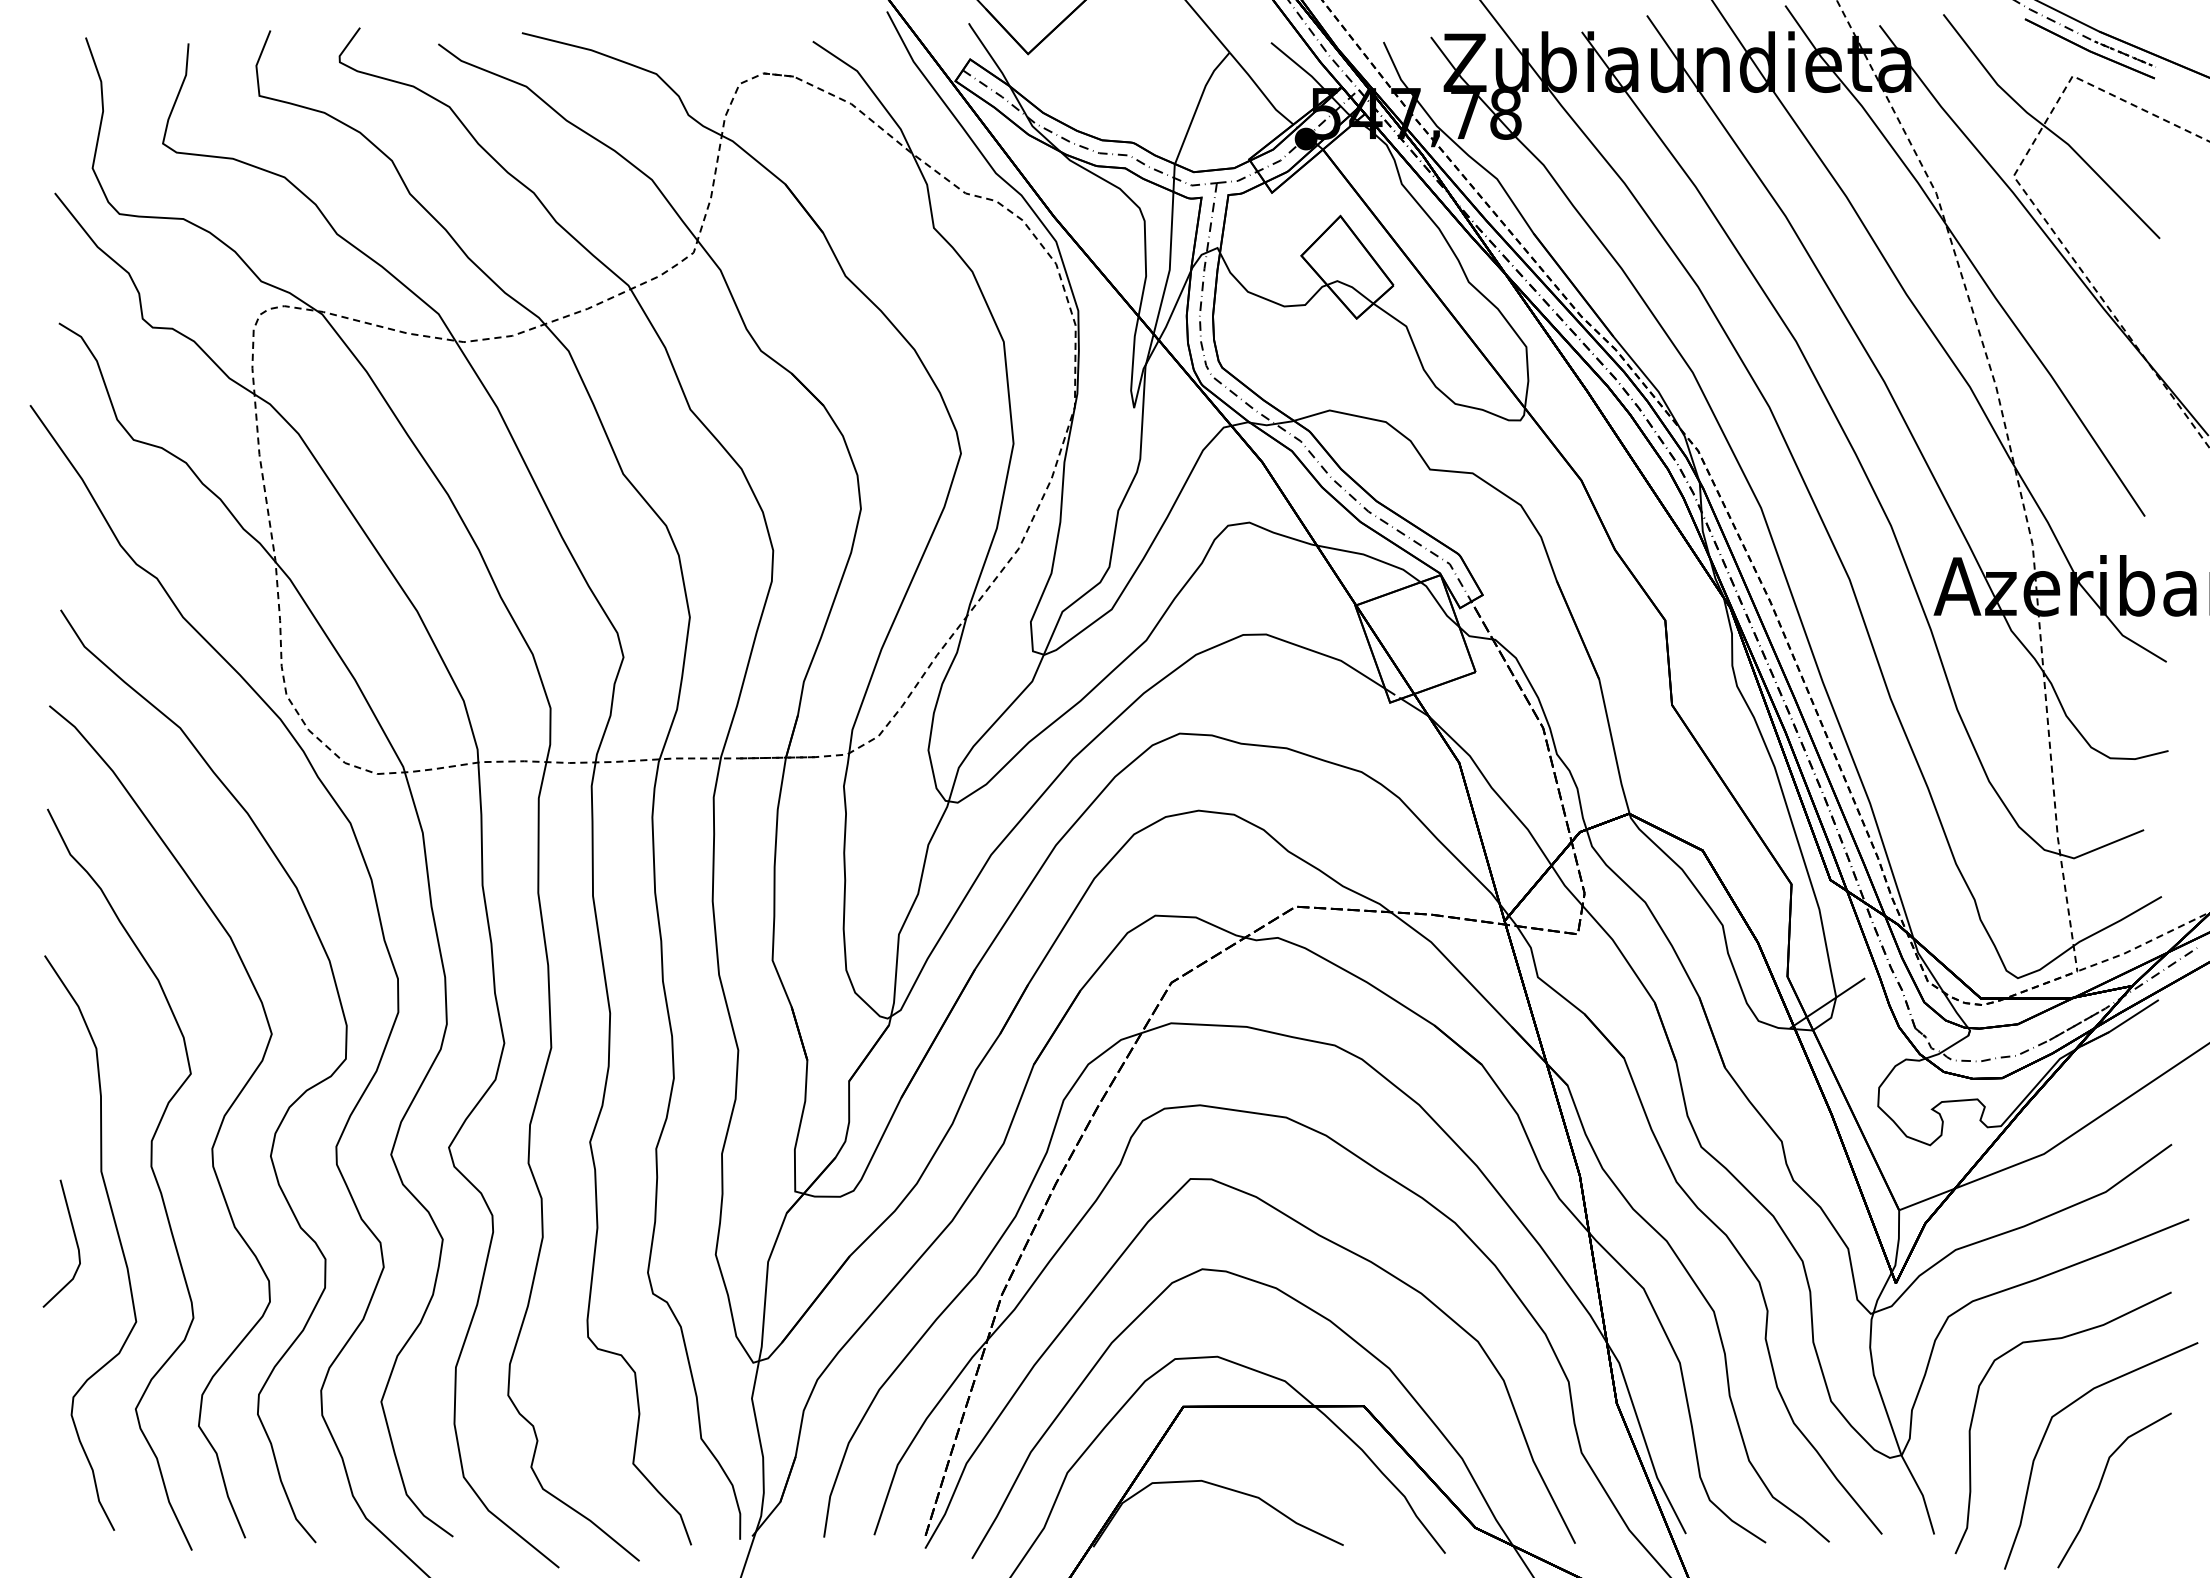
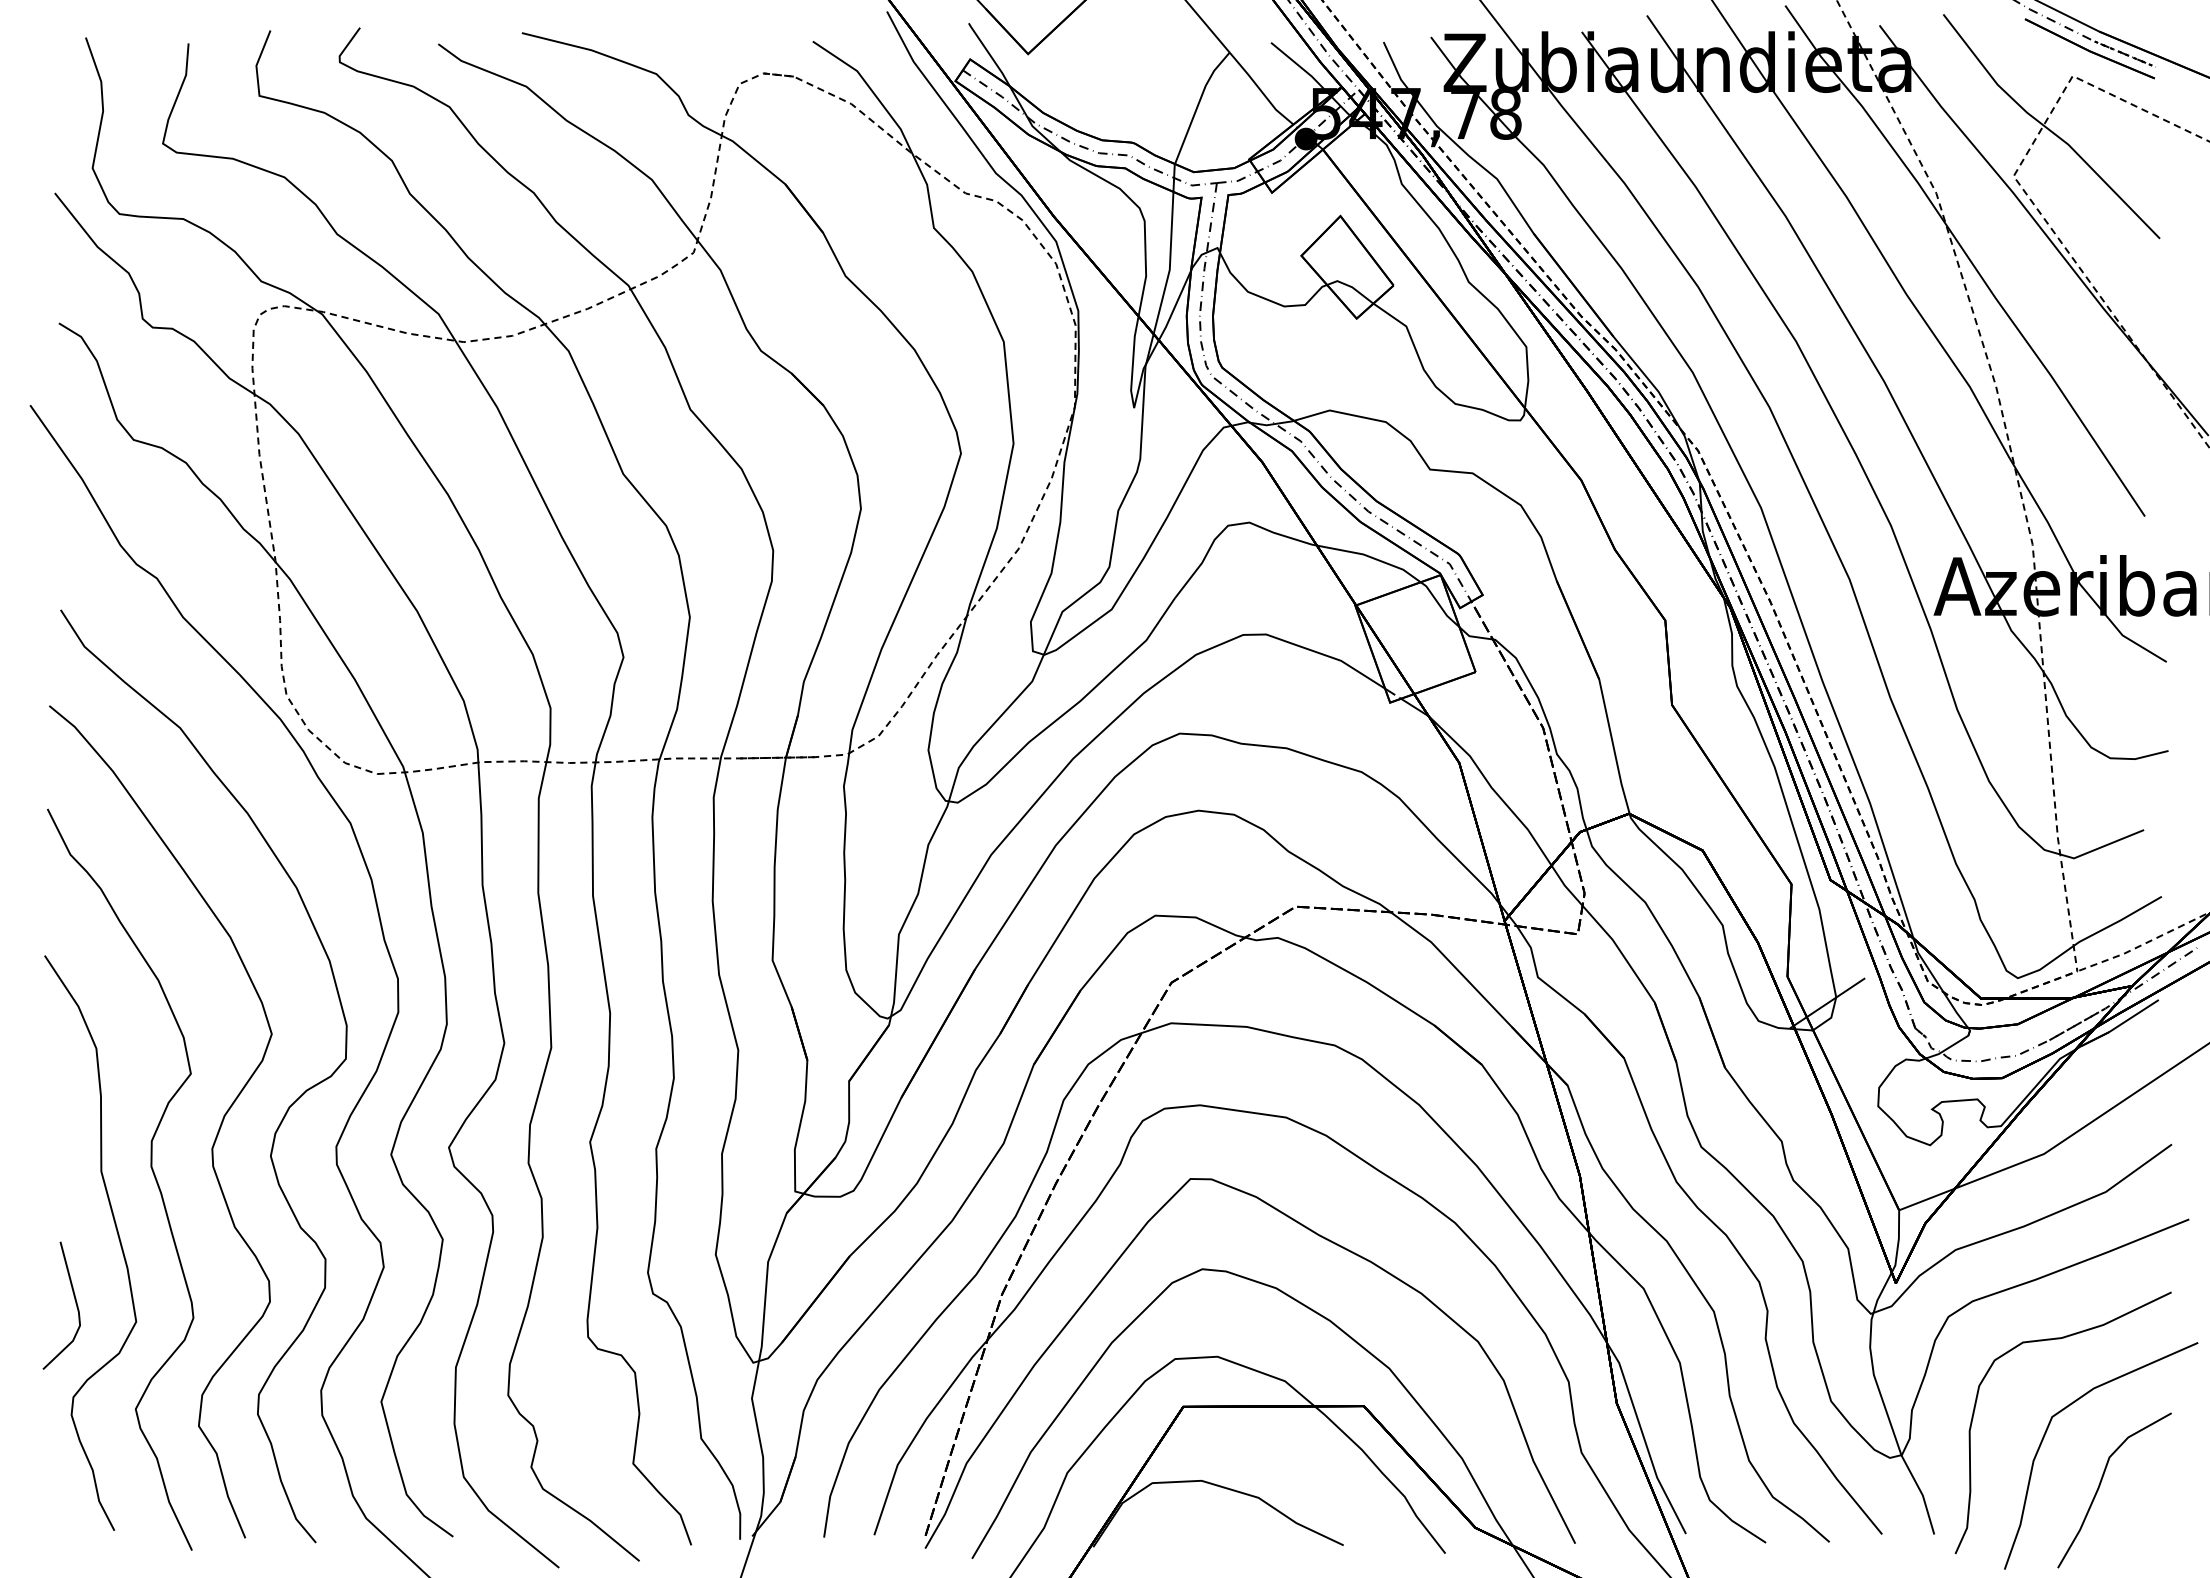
line at (74, 1238) position: (74, 1238) -> (74, 1300)
